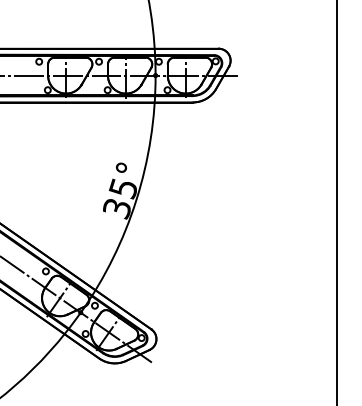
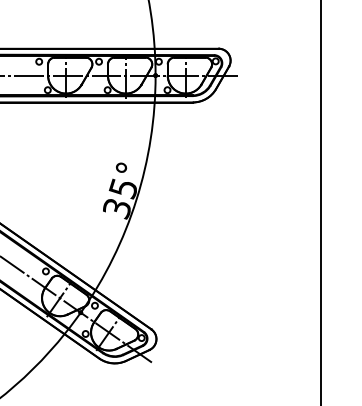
line at (336, 202) position: (336, 202) -> (320, 202)
